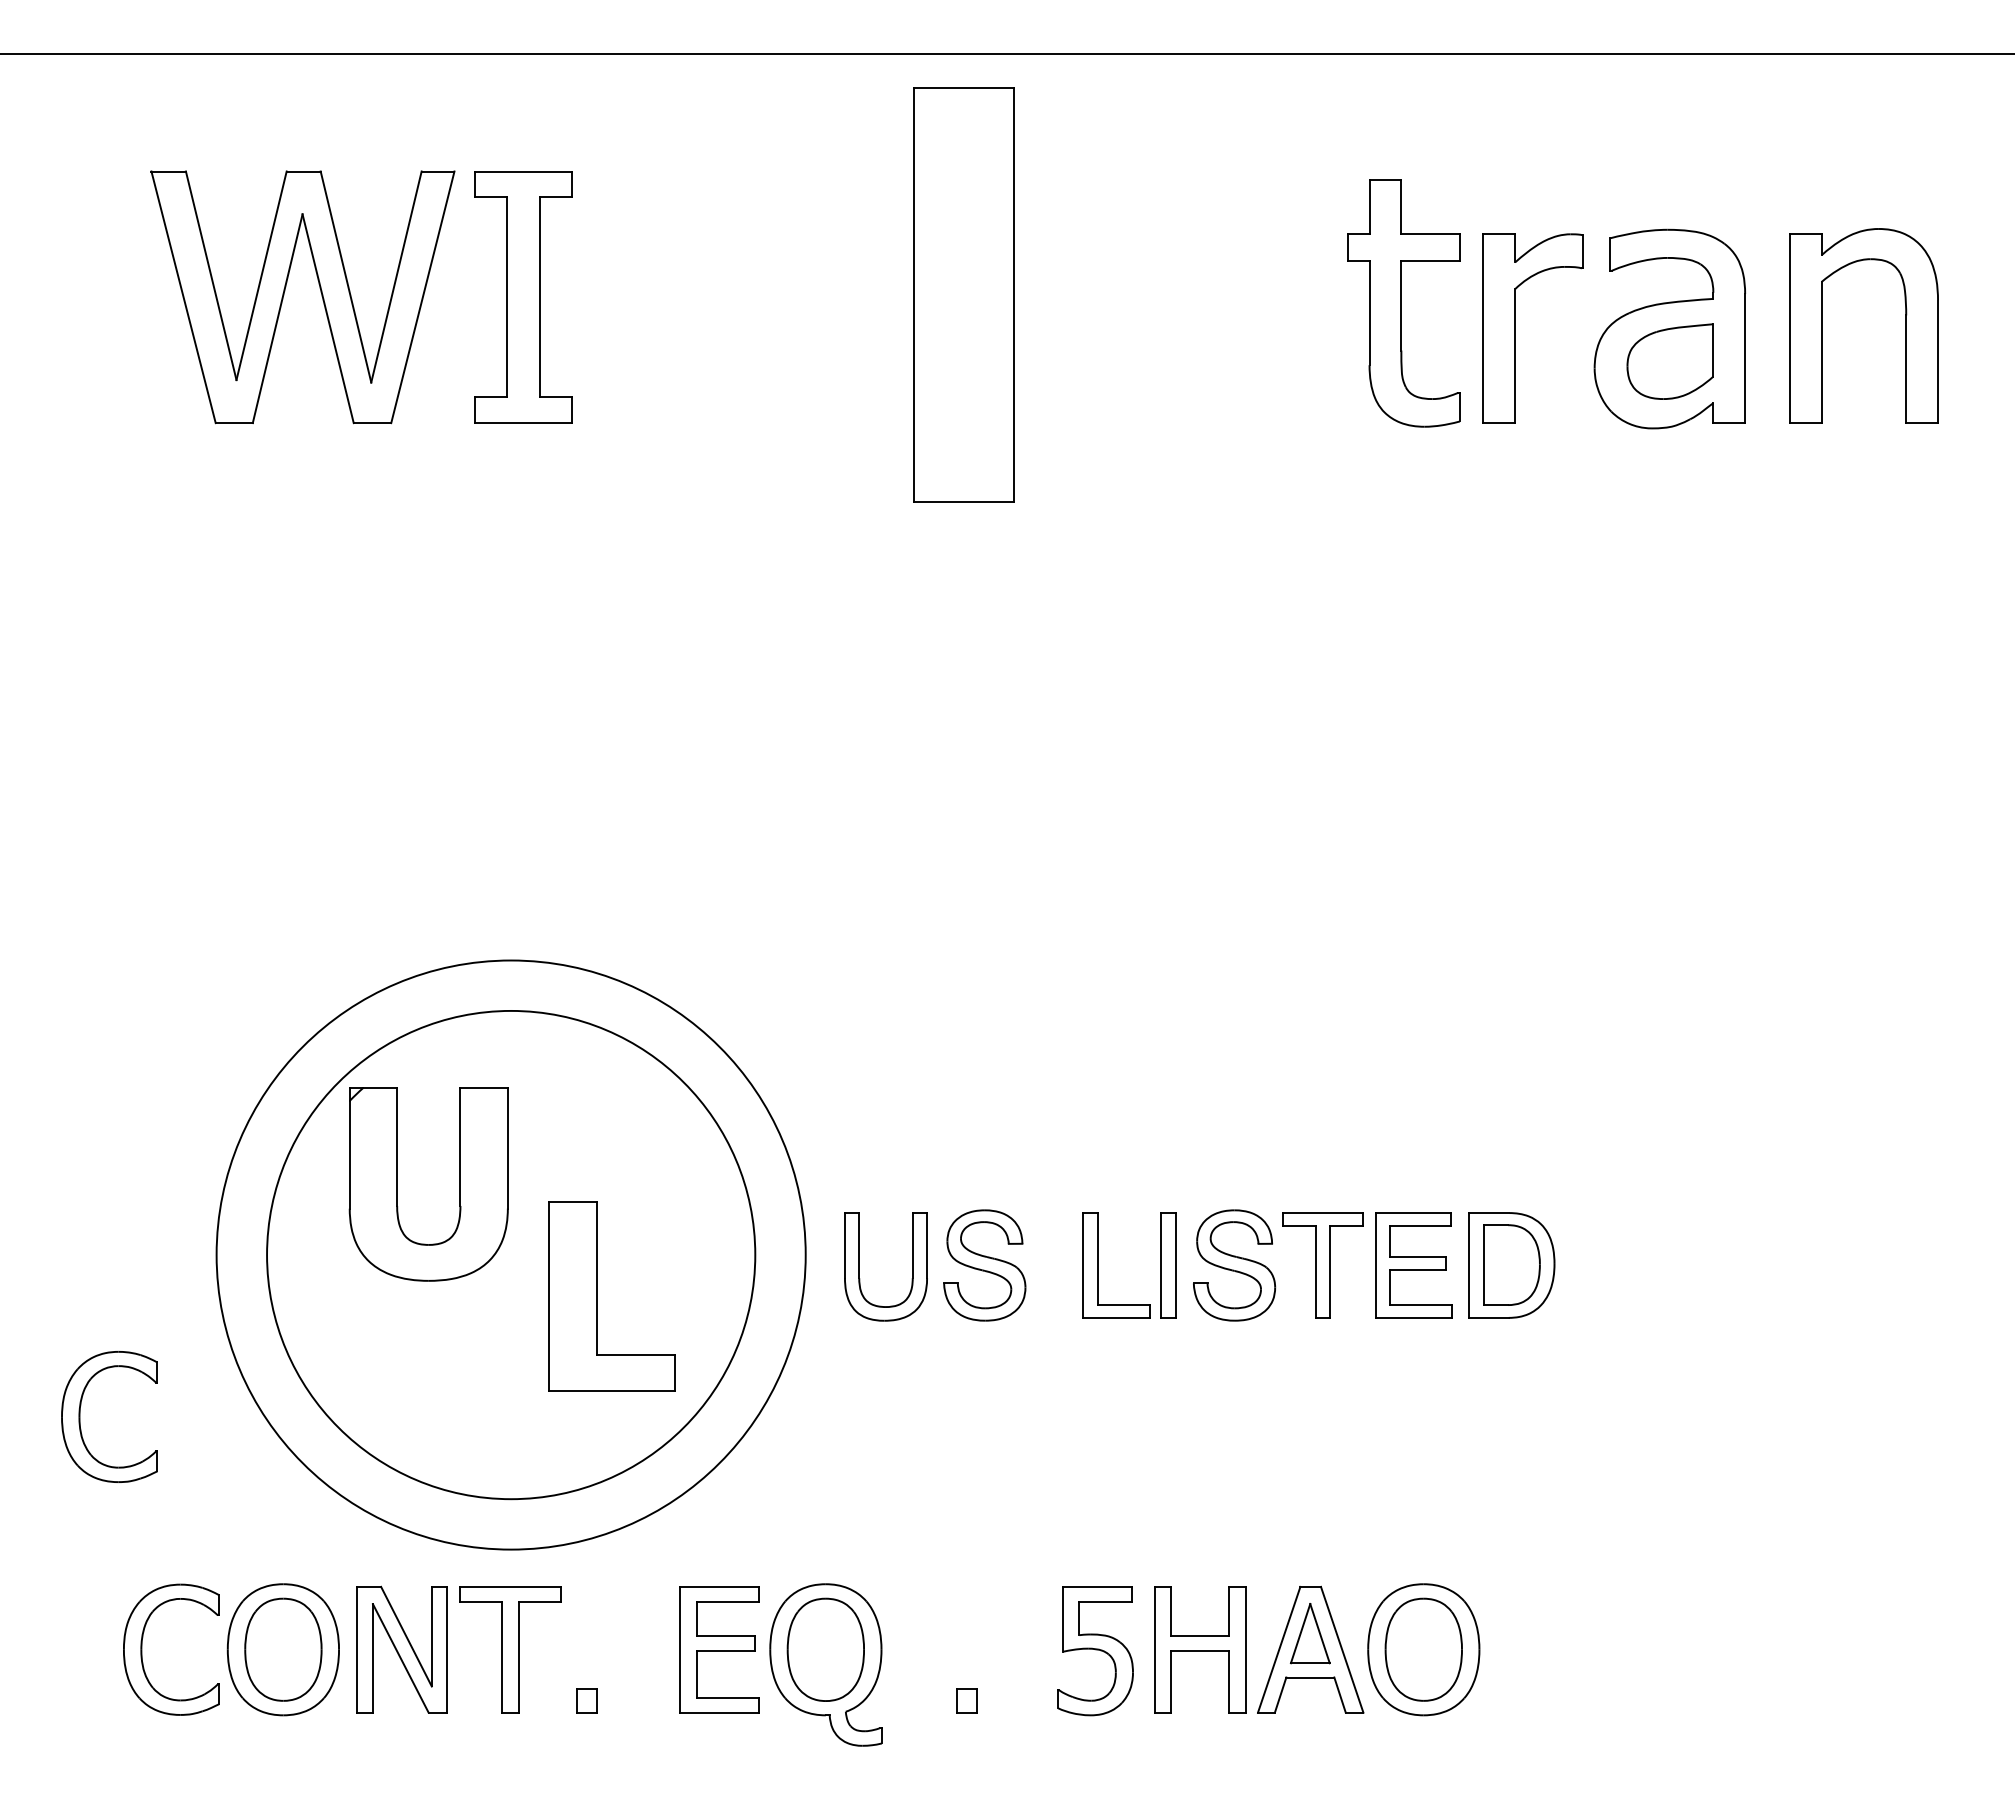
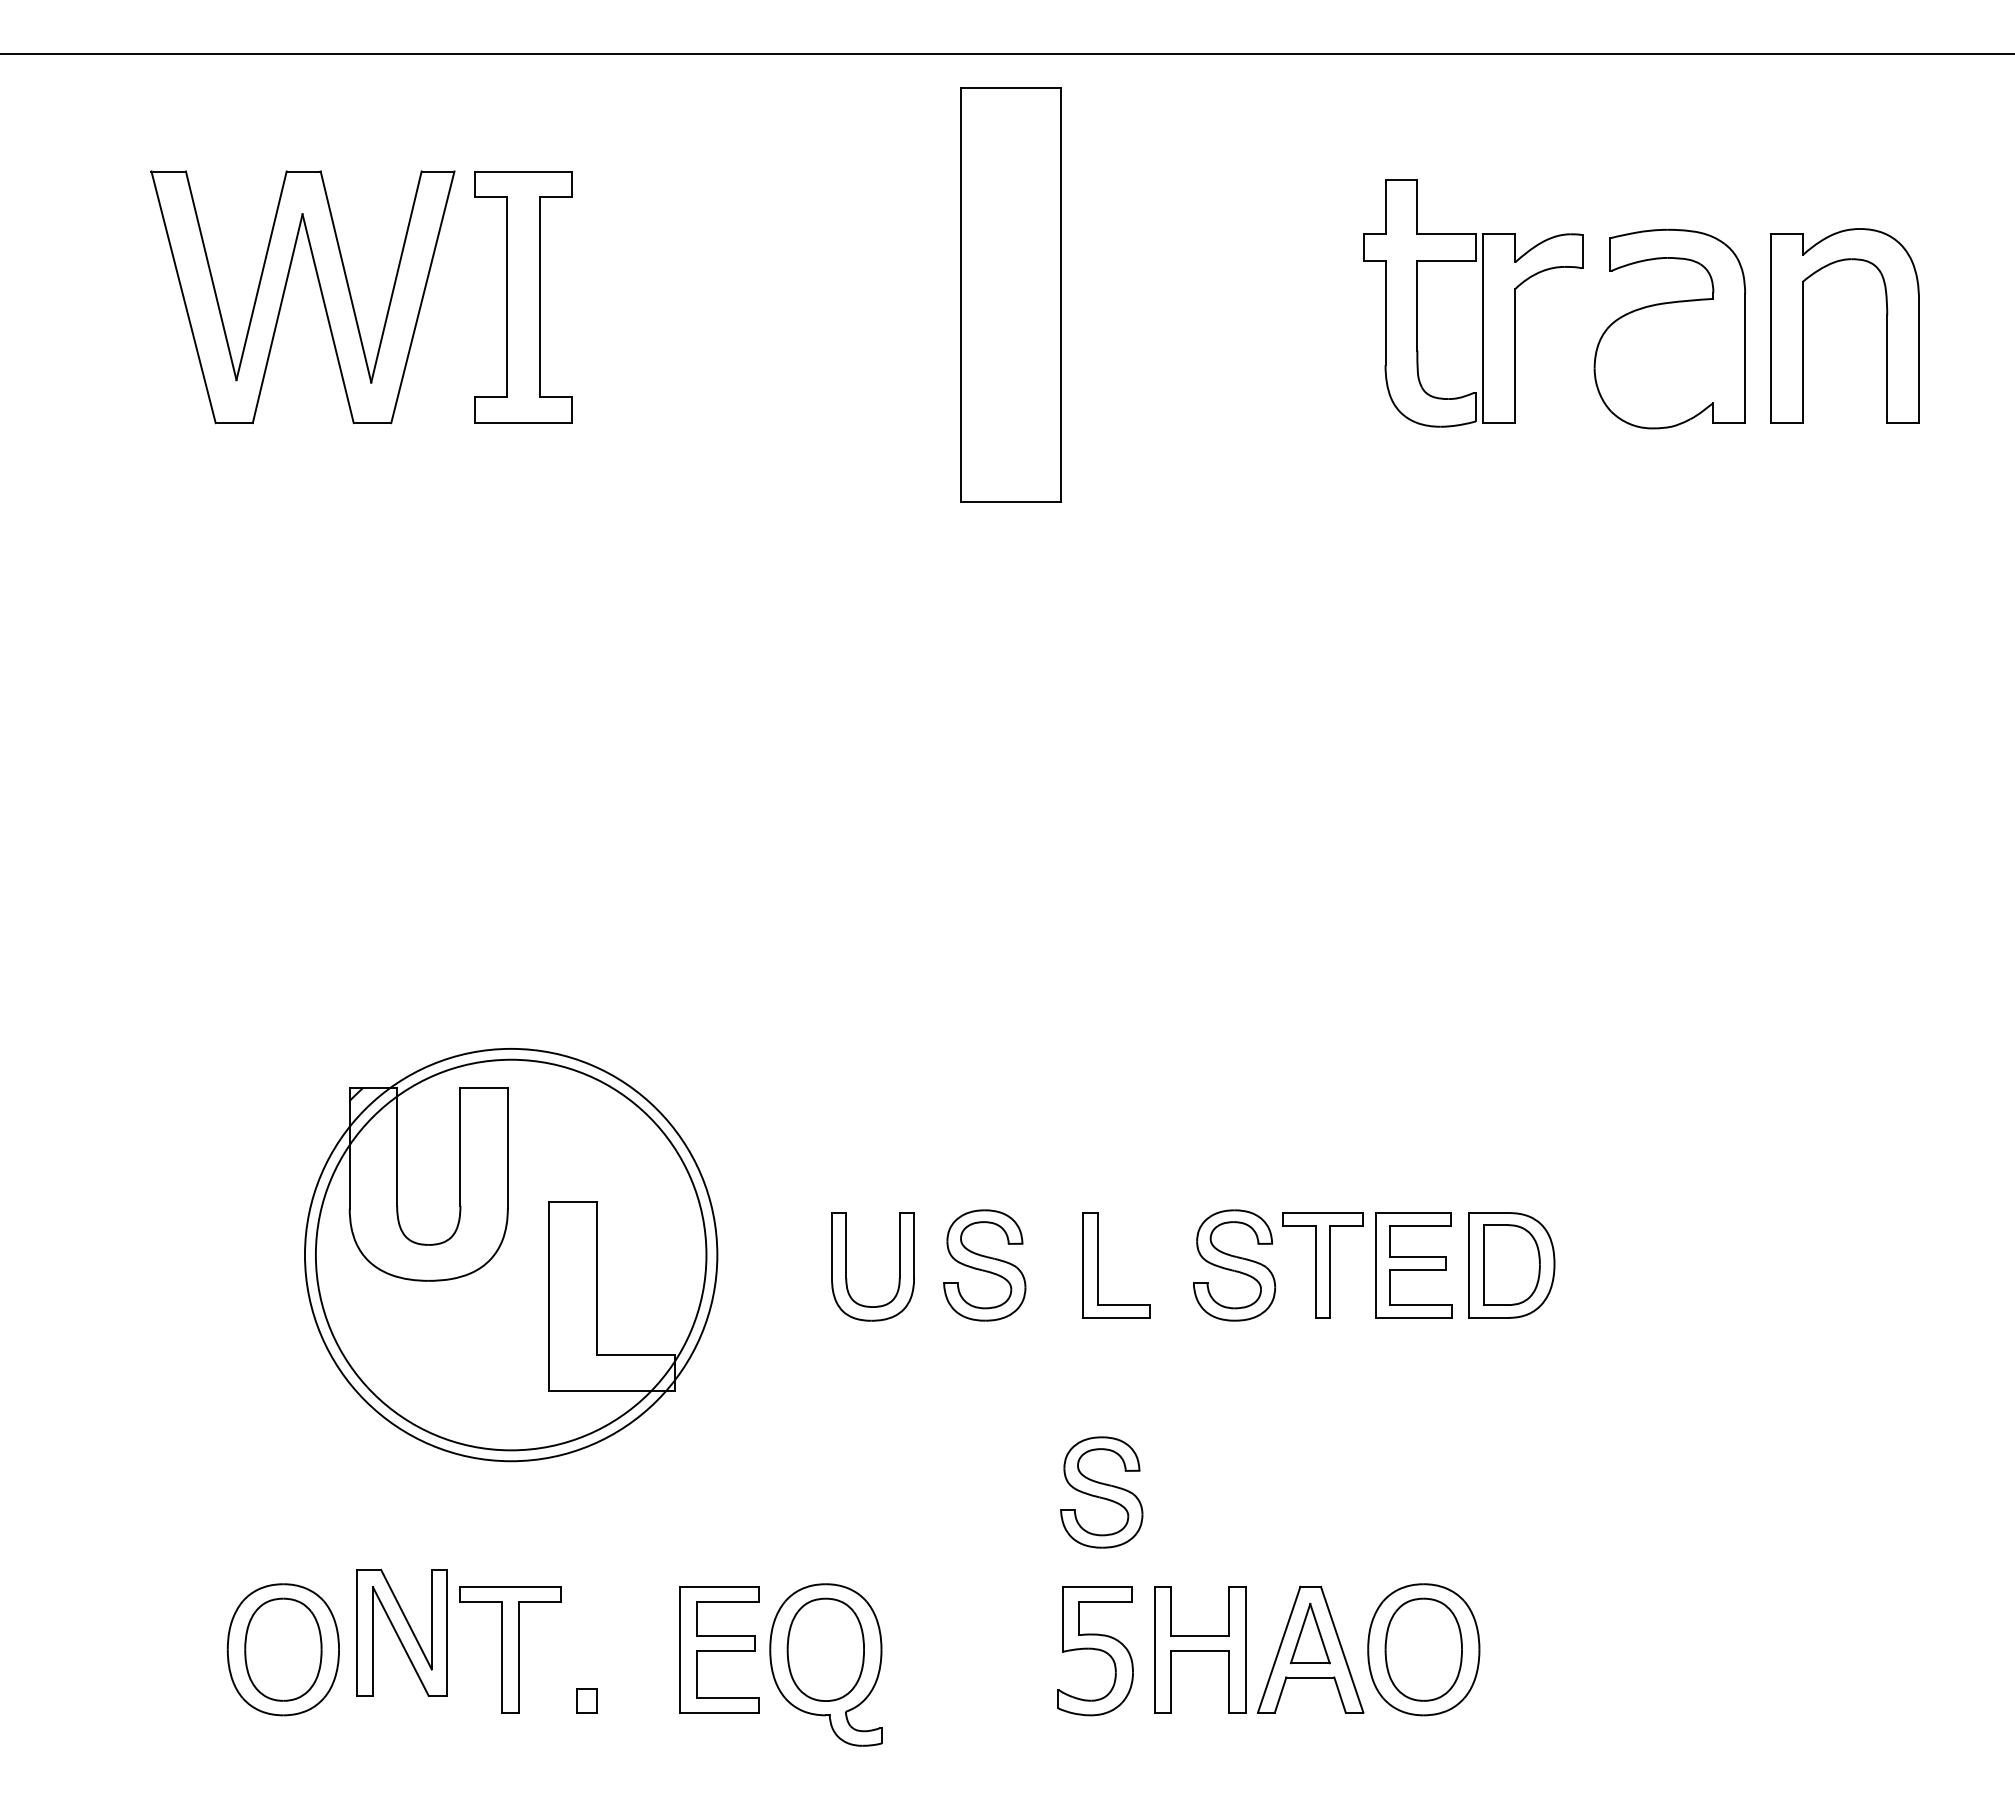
part at (963, 294) position: (963, 294) -> (1010, 294)
part at (1403, 303) position: (1403, 303) -> (1419, 303)
part at (1822, 325) position: (1822, 325) -> (1803, 325)
part at (1669, 361): present -> none
circle at (510, 1254) diameter: 589 px -> 412 px
circle at (511, 1254) diameter: 488 px -> 391 px
part at (1168, 1265): present -> none
part at (859, 1266) position: (859, 1266) -> (846, 1266)
part at (80, 1416): present -> none
part at (1101, 1492): none -> present
part at (142, 1649): present -> none
part at (401, 1649) position: (401, 1649) -> (401, 1632)
part at (966, 1700): present -> none
